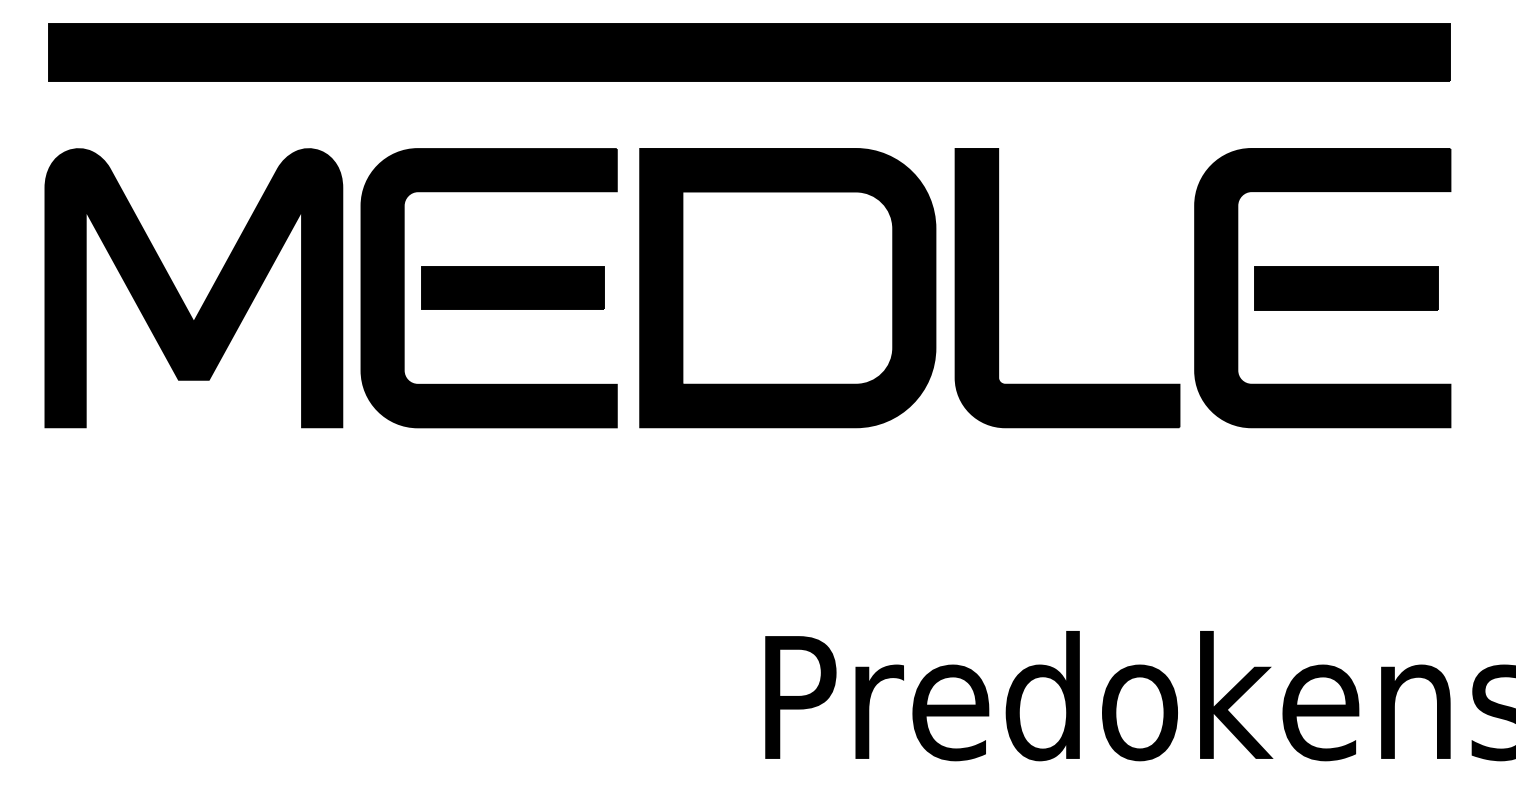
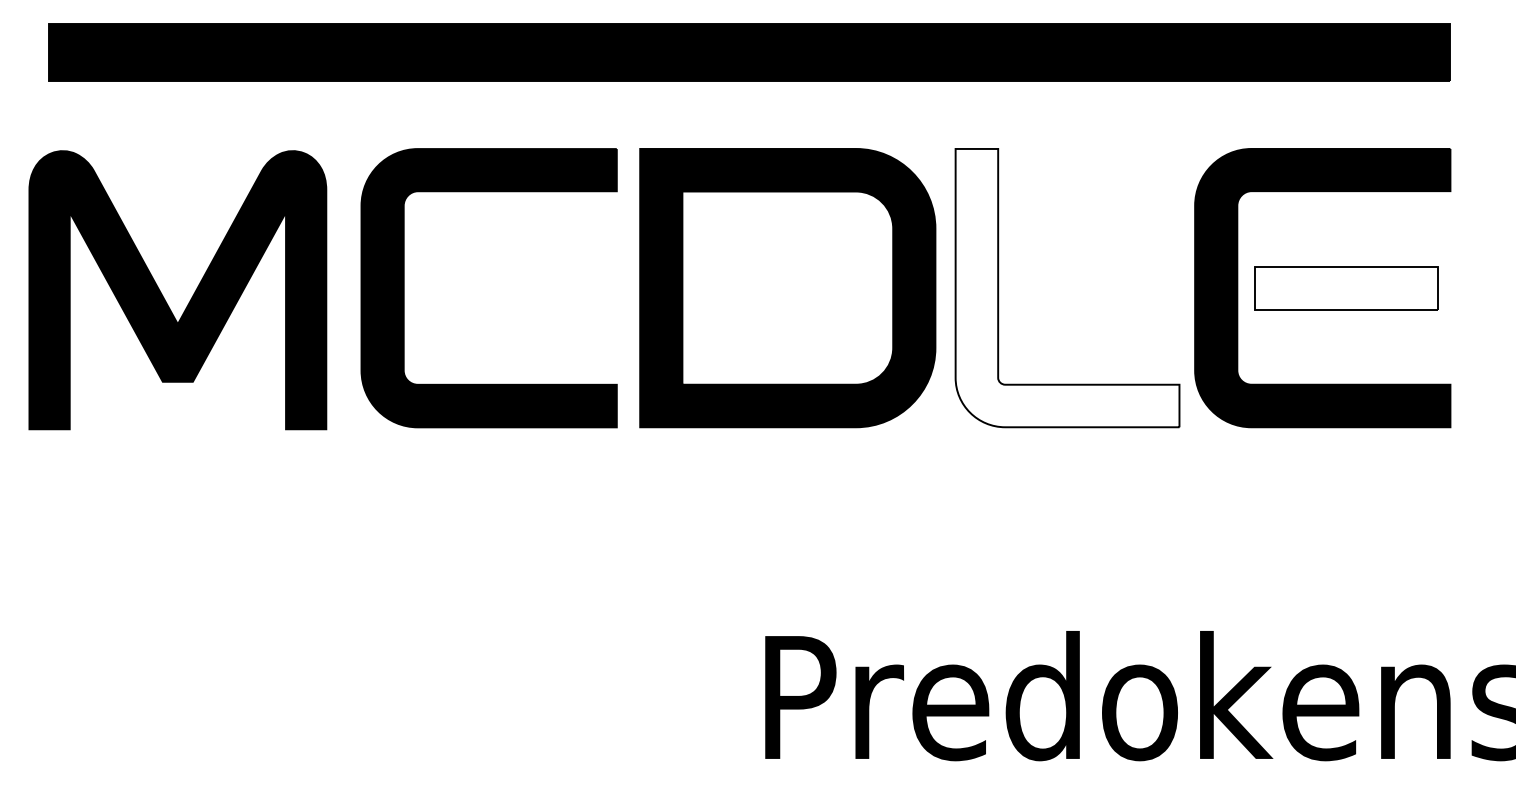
part at (512, 287): present -> none
fill at (1067, 287): present -> none
fill at (1346, 288): present -> none
part at (180, 295) position: (180, 295) -> (164, 297)
